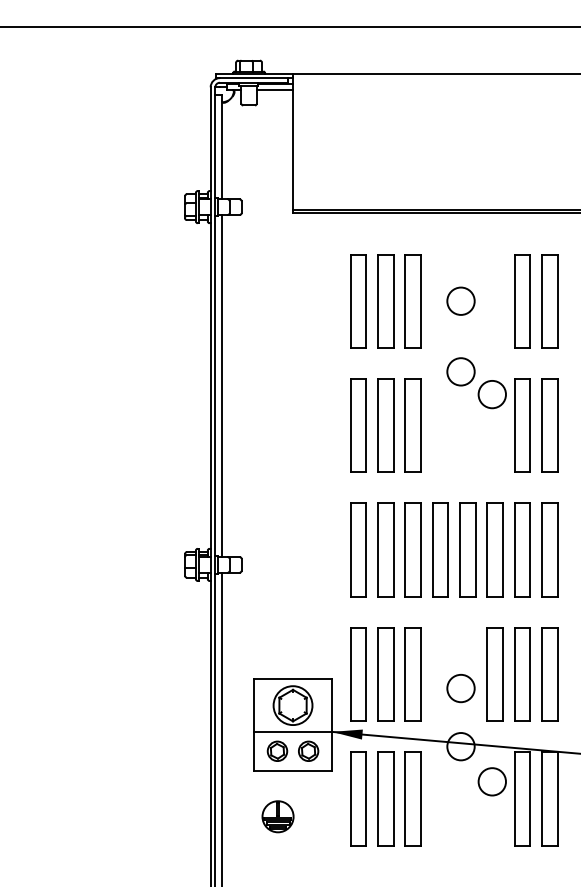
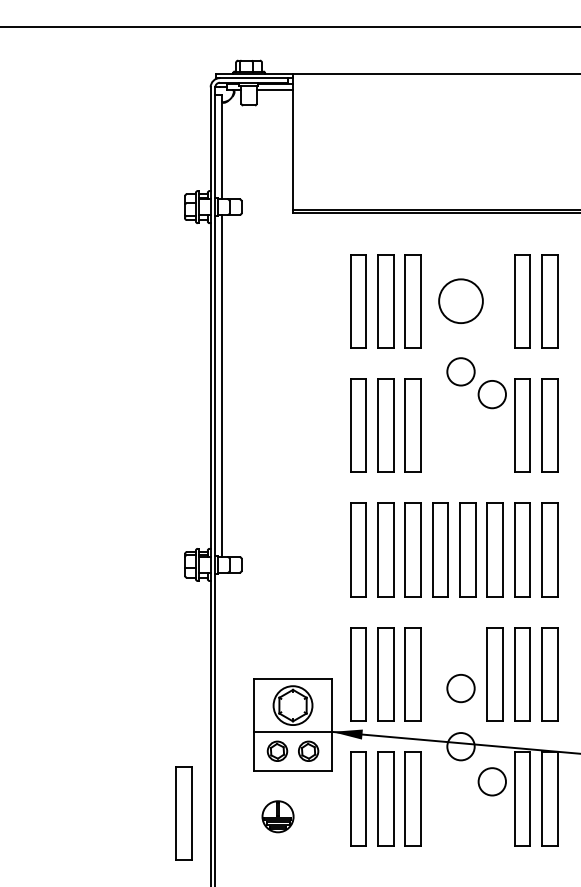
circle at (460, 300) diameter: 27 px -> 44 px
line at (222, 727): present -> none
part at (183, 813): none -> present
